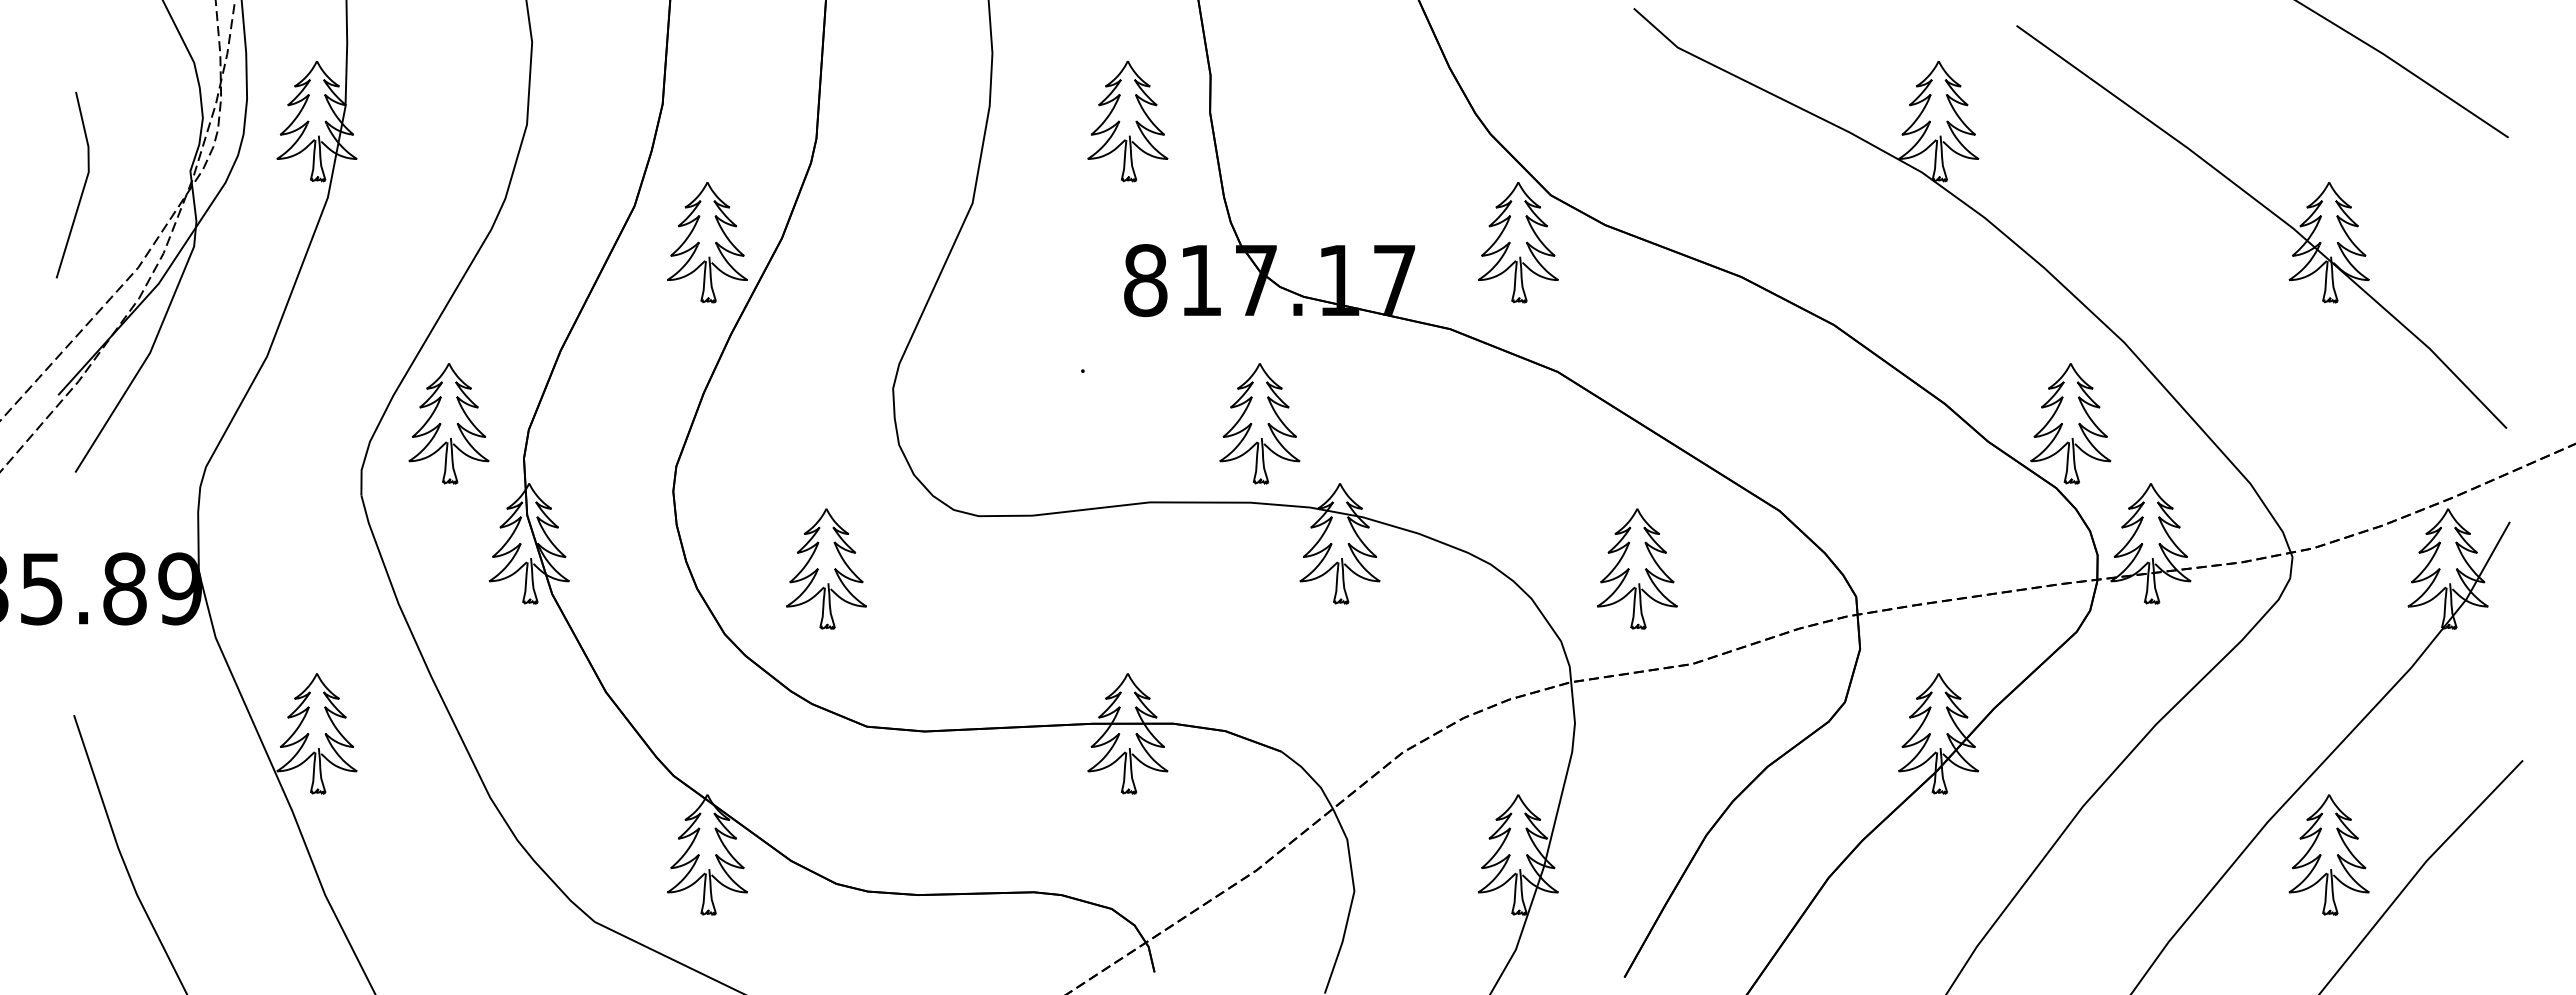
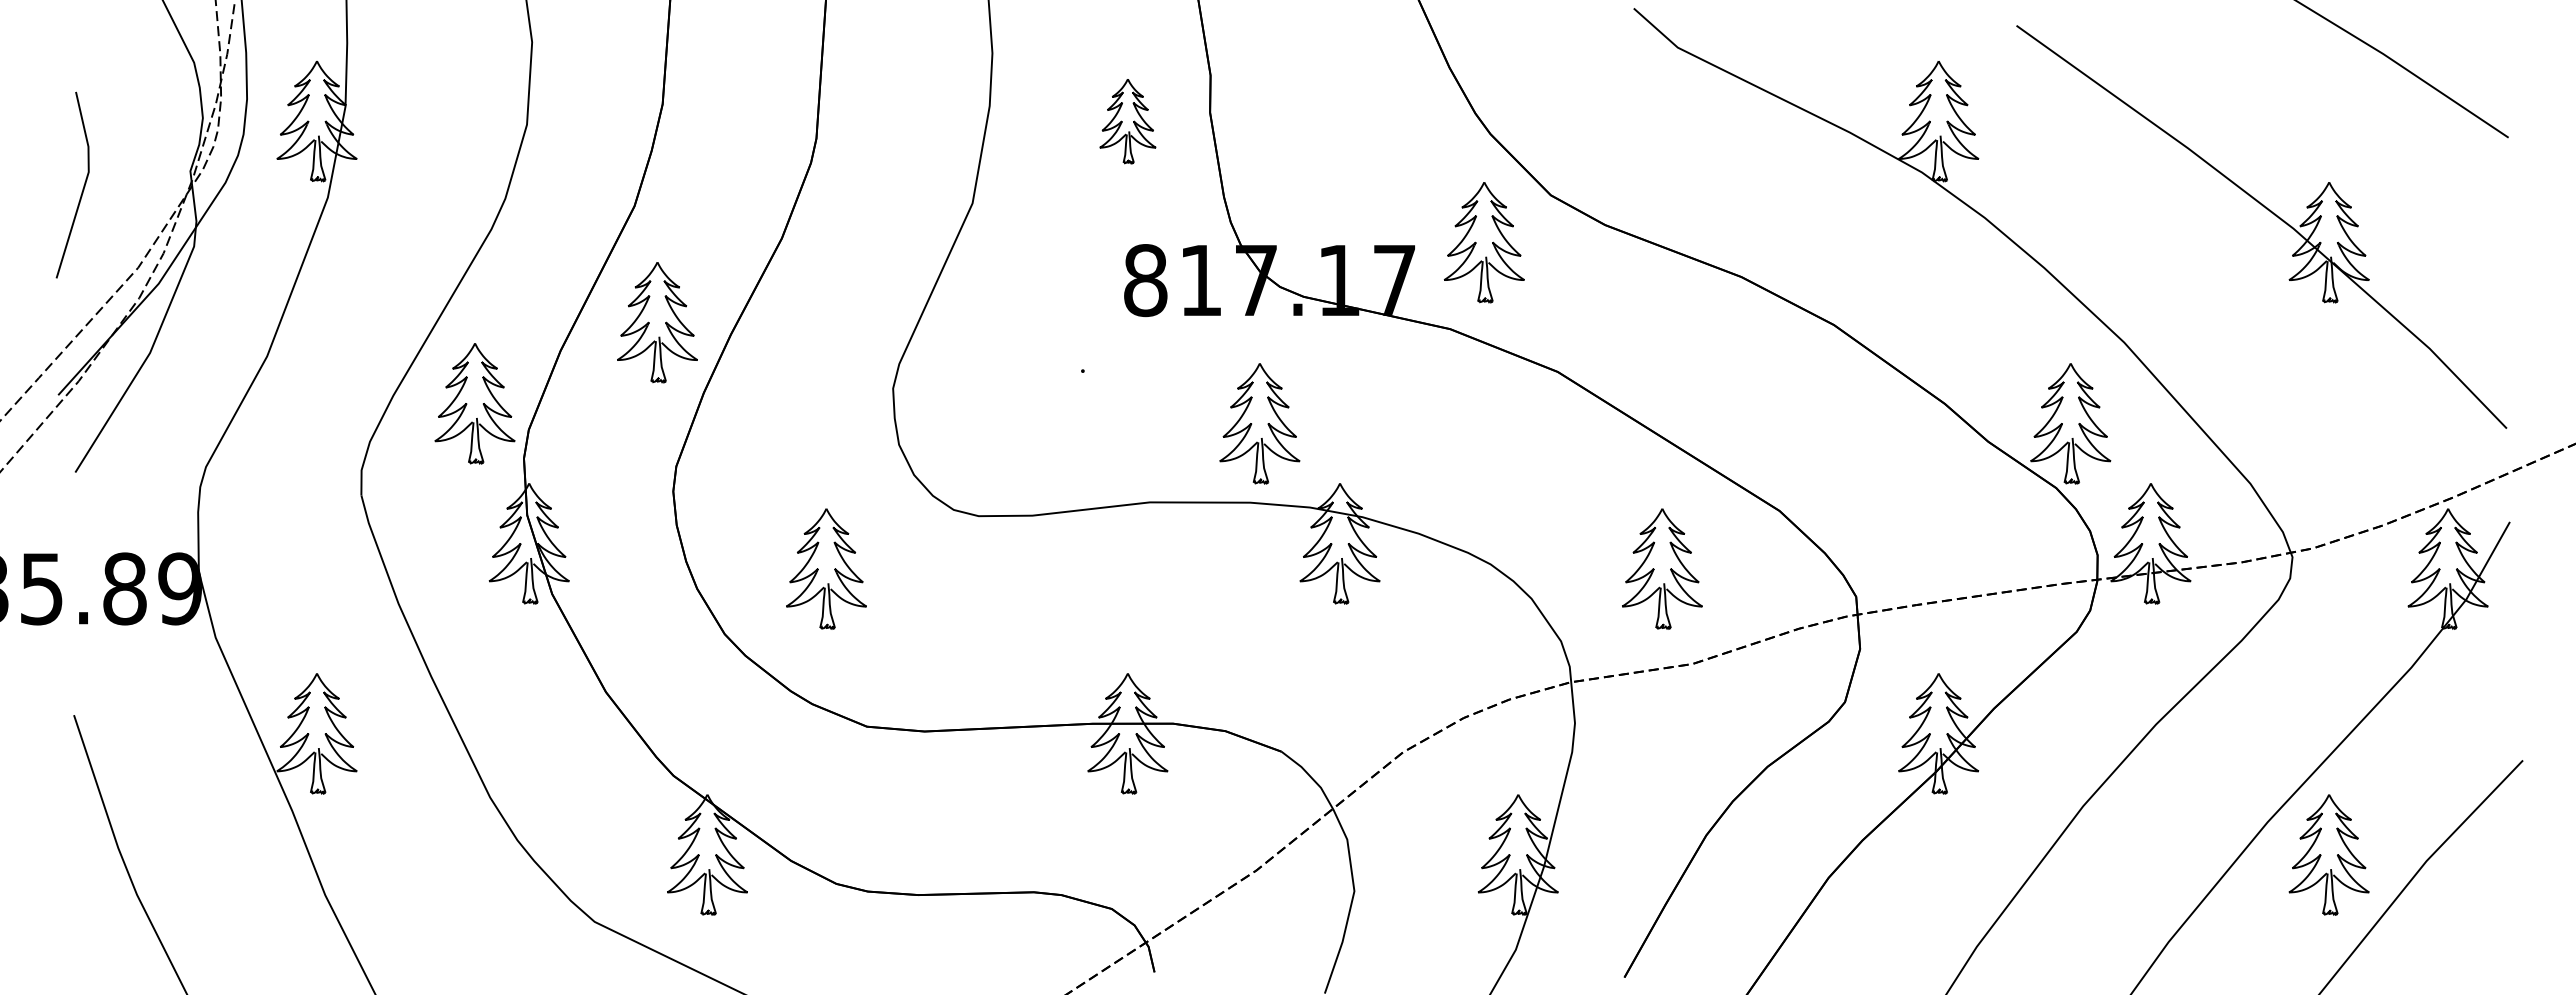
part at (1127, 121) size: 82x123 px -> 58x86 px
part at (707, 242) position: (707, 242) -> (657, 322)
part at (1517, 242) position: (1517, 242) -> (1483, 242)
part at (448, 423) position: (448, 423) -> (474, 403)
part at (1637, 568) position: (1637, 568) -> (1662, 568)
